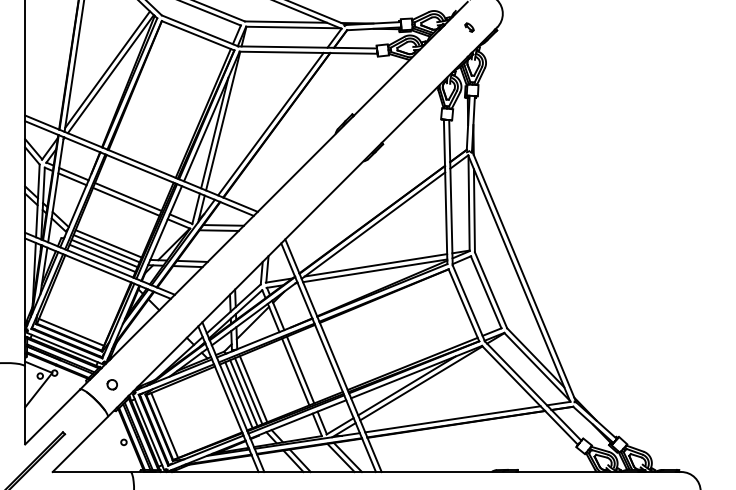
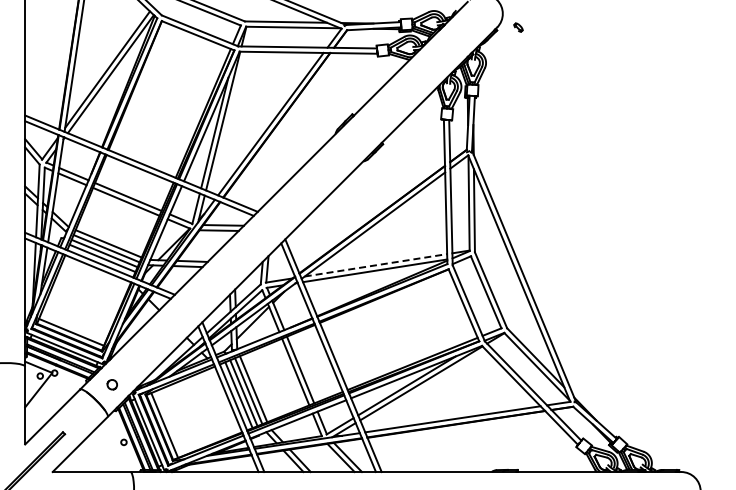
part at (469, 27) position: (469, 27) -> (518, 27)
line at (376, 265): solid -> dashed
